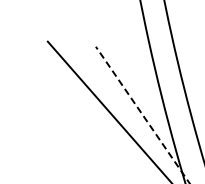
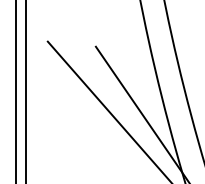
line at (15, 91): none -> present
line at (26, 91): none -> present
line at (142, 115): dashed -> solid
